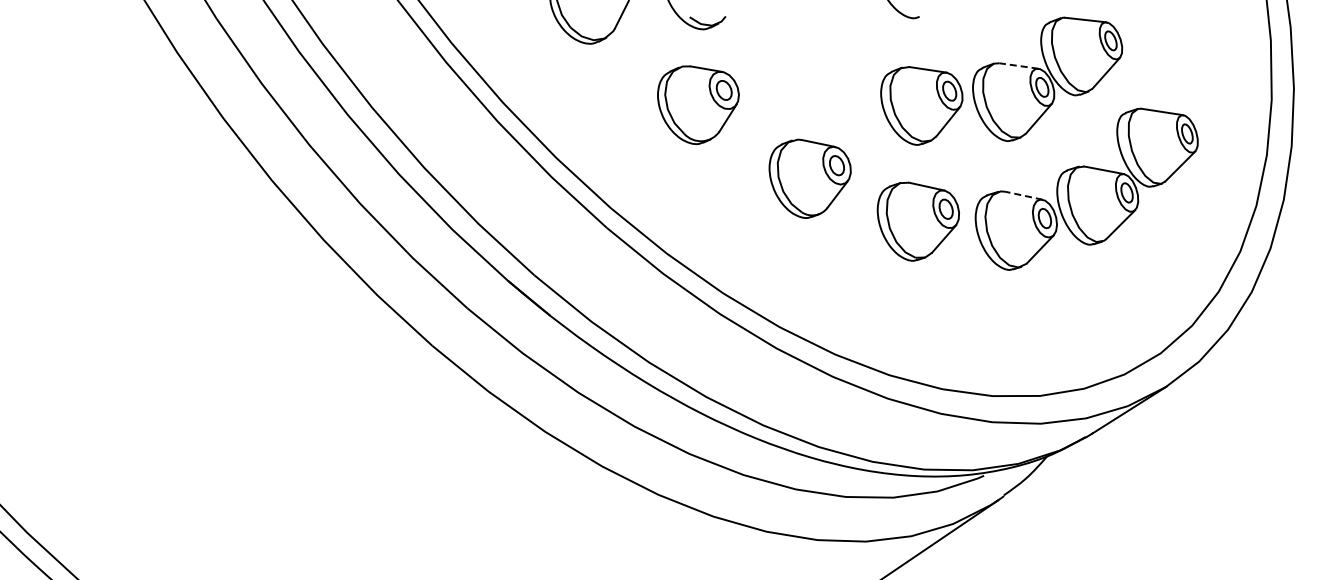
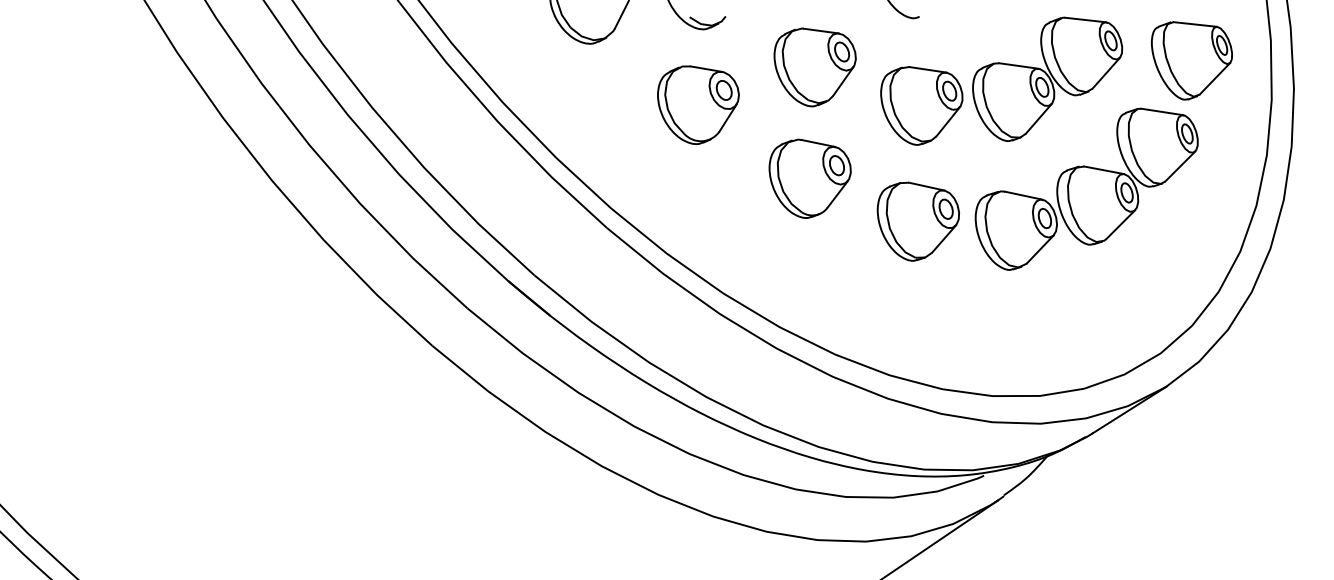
part at (1191, 60): none -> present
line at (1018, 66): dashed -> solid
part at (814, 67): none -> present
line at (1023, 195): dashed -> solid
